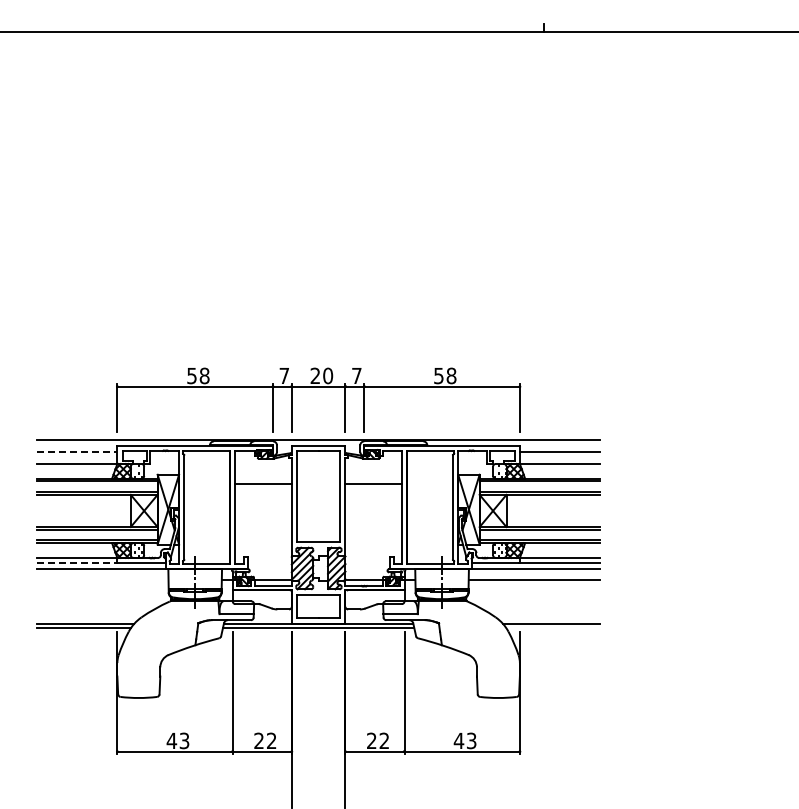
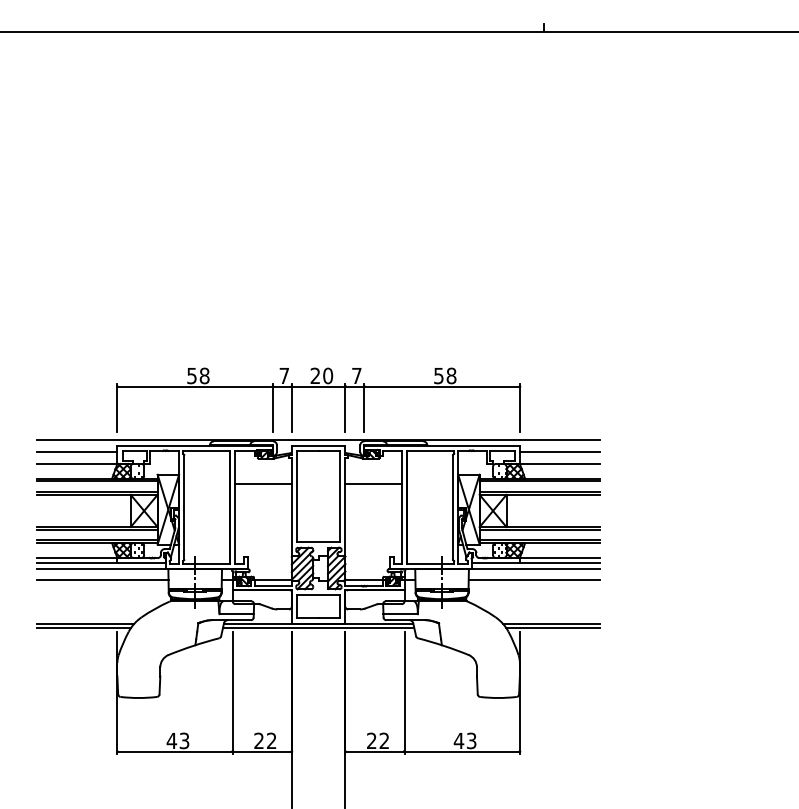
line at (77, 451): dashed -> solid
line at (77, 563): dashed -> solid
line at (102, 579): none -> present
line at (553, 628): none -> present
